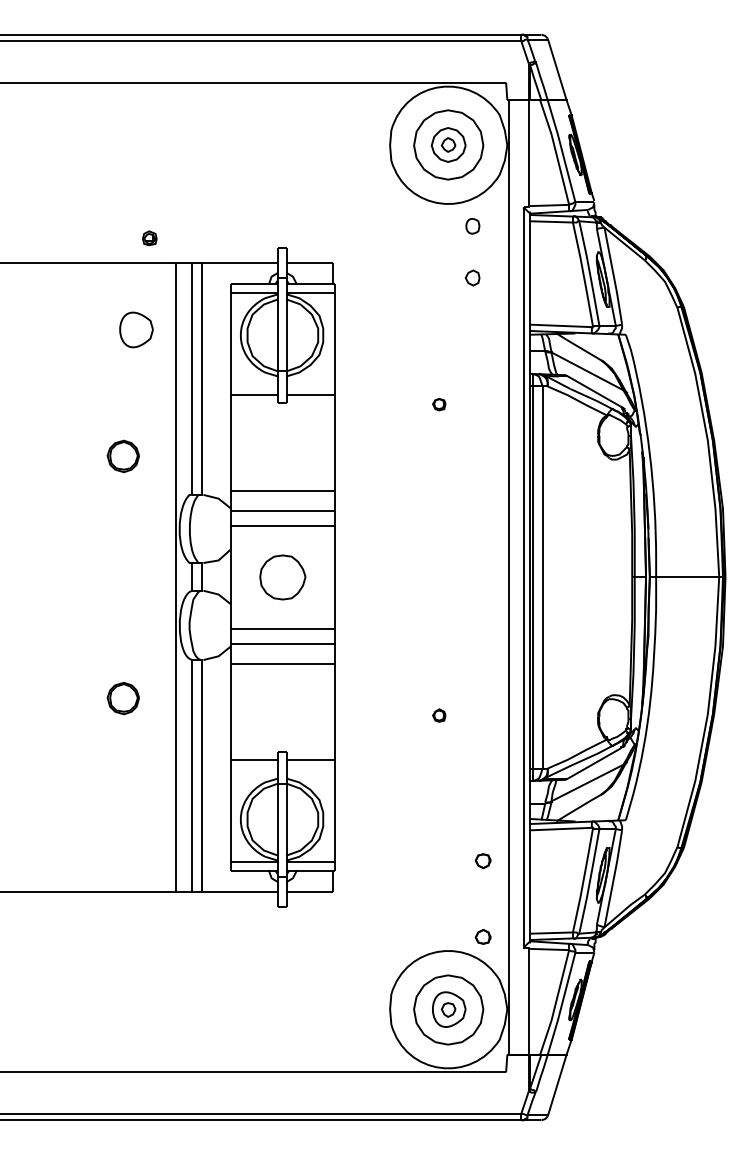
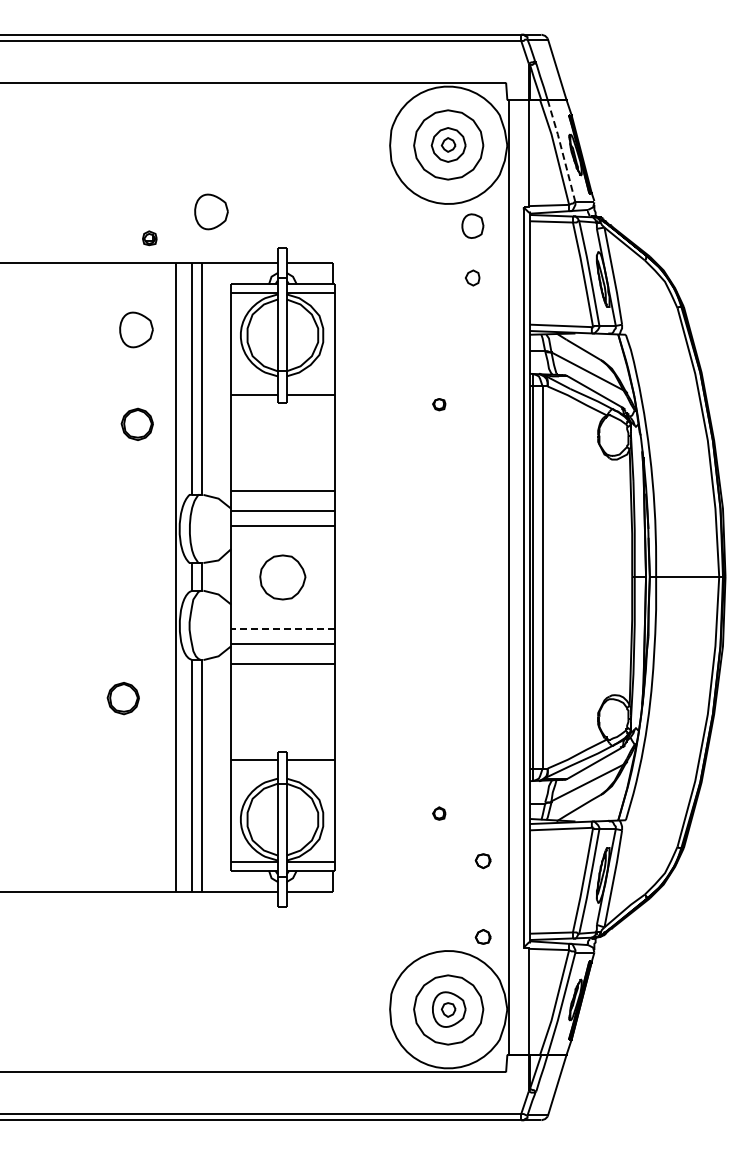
line at (562, 150): solid -> dashed
part at (211, 211): none -> present
part at (472, 226) size: 16x17 px -> 24x26 px
part at (122, 455) position: (122, 455) -> (136, 423)
line at (282, 628): solid -> dashed
part at (439, 715) position: (439, 715) -> (439, 813)
